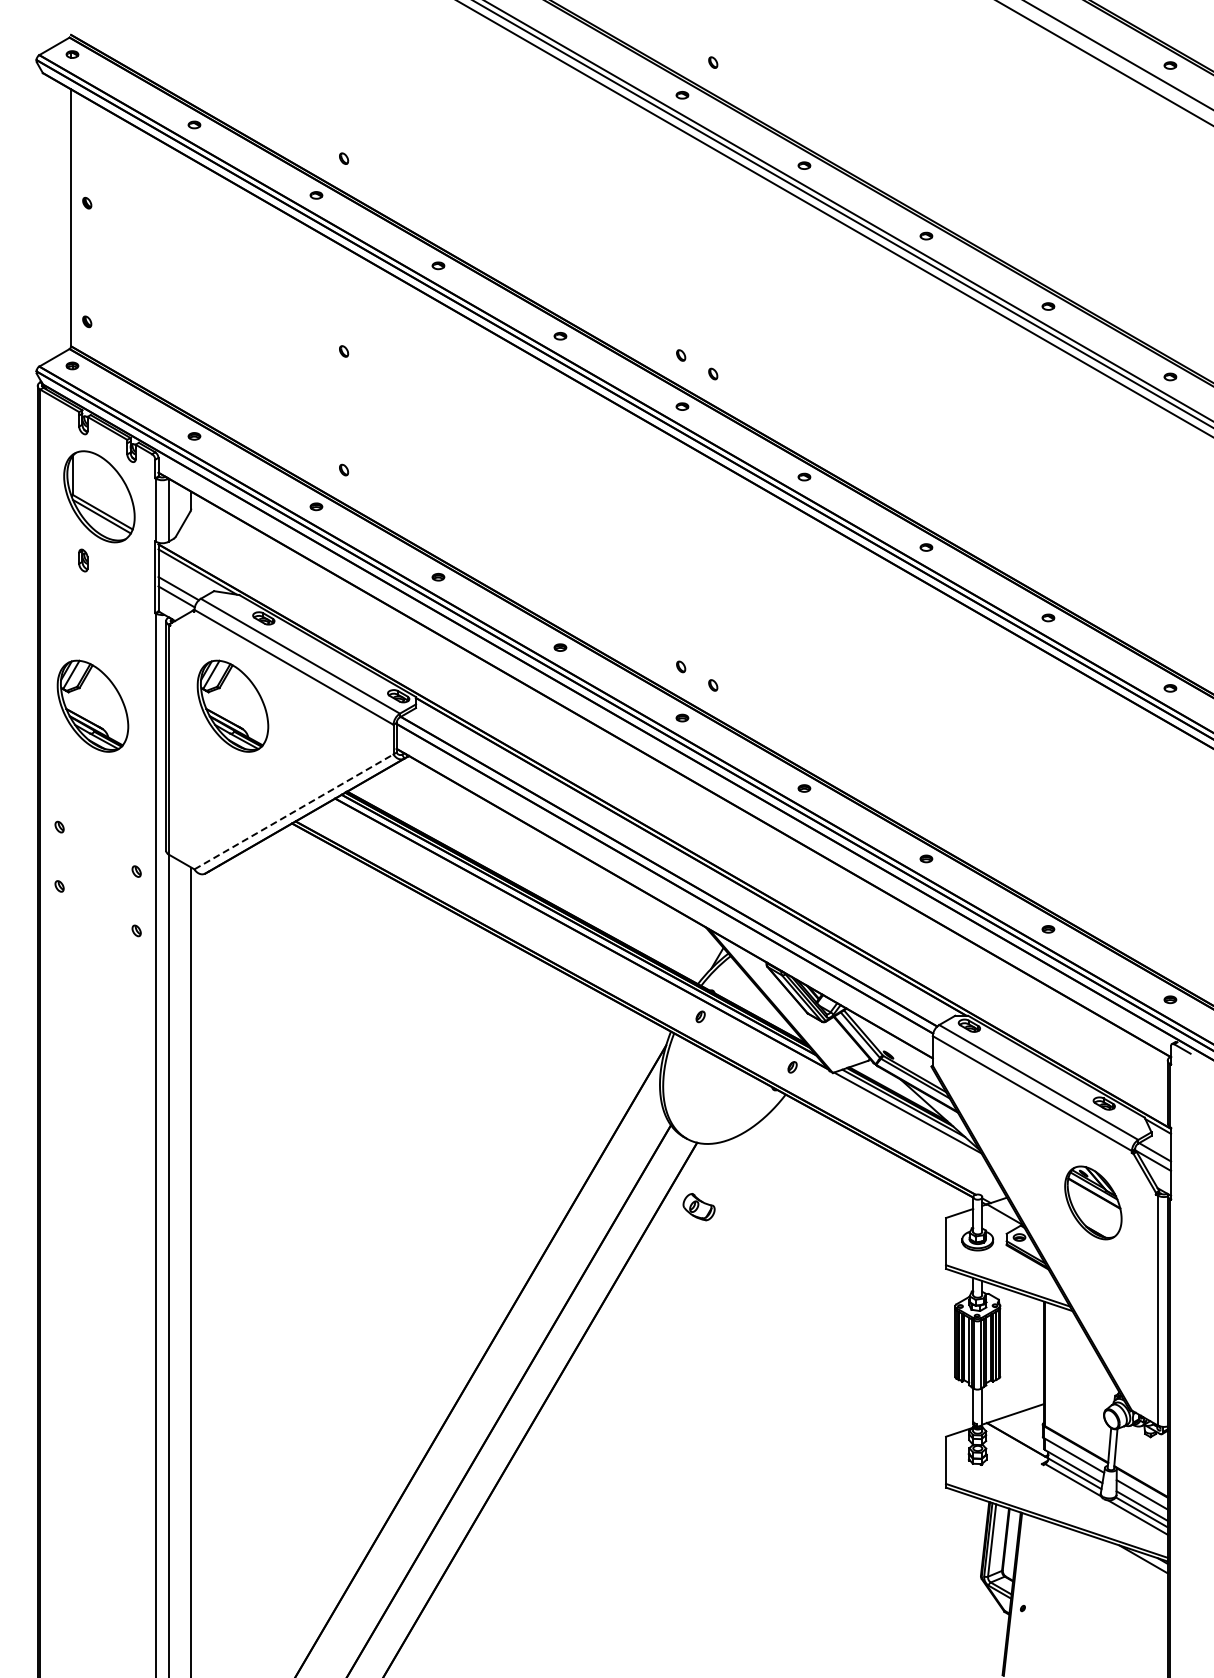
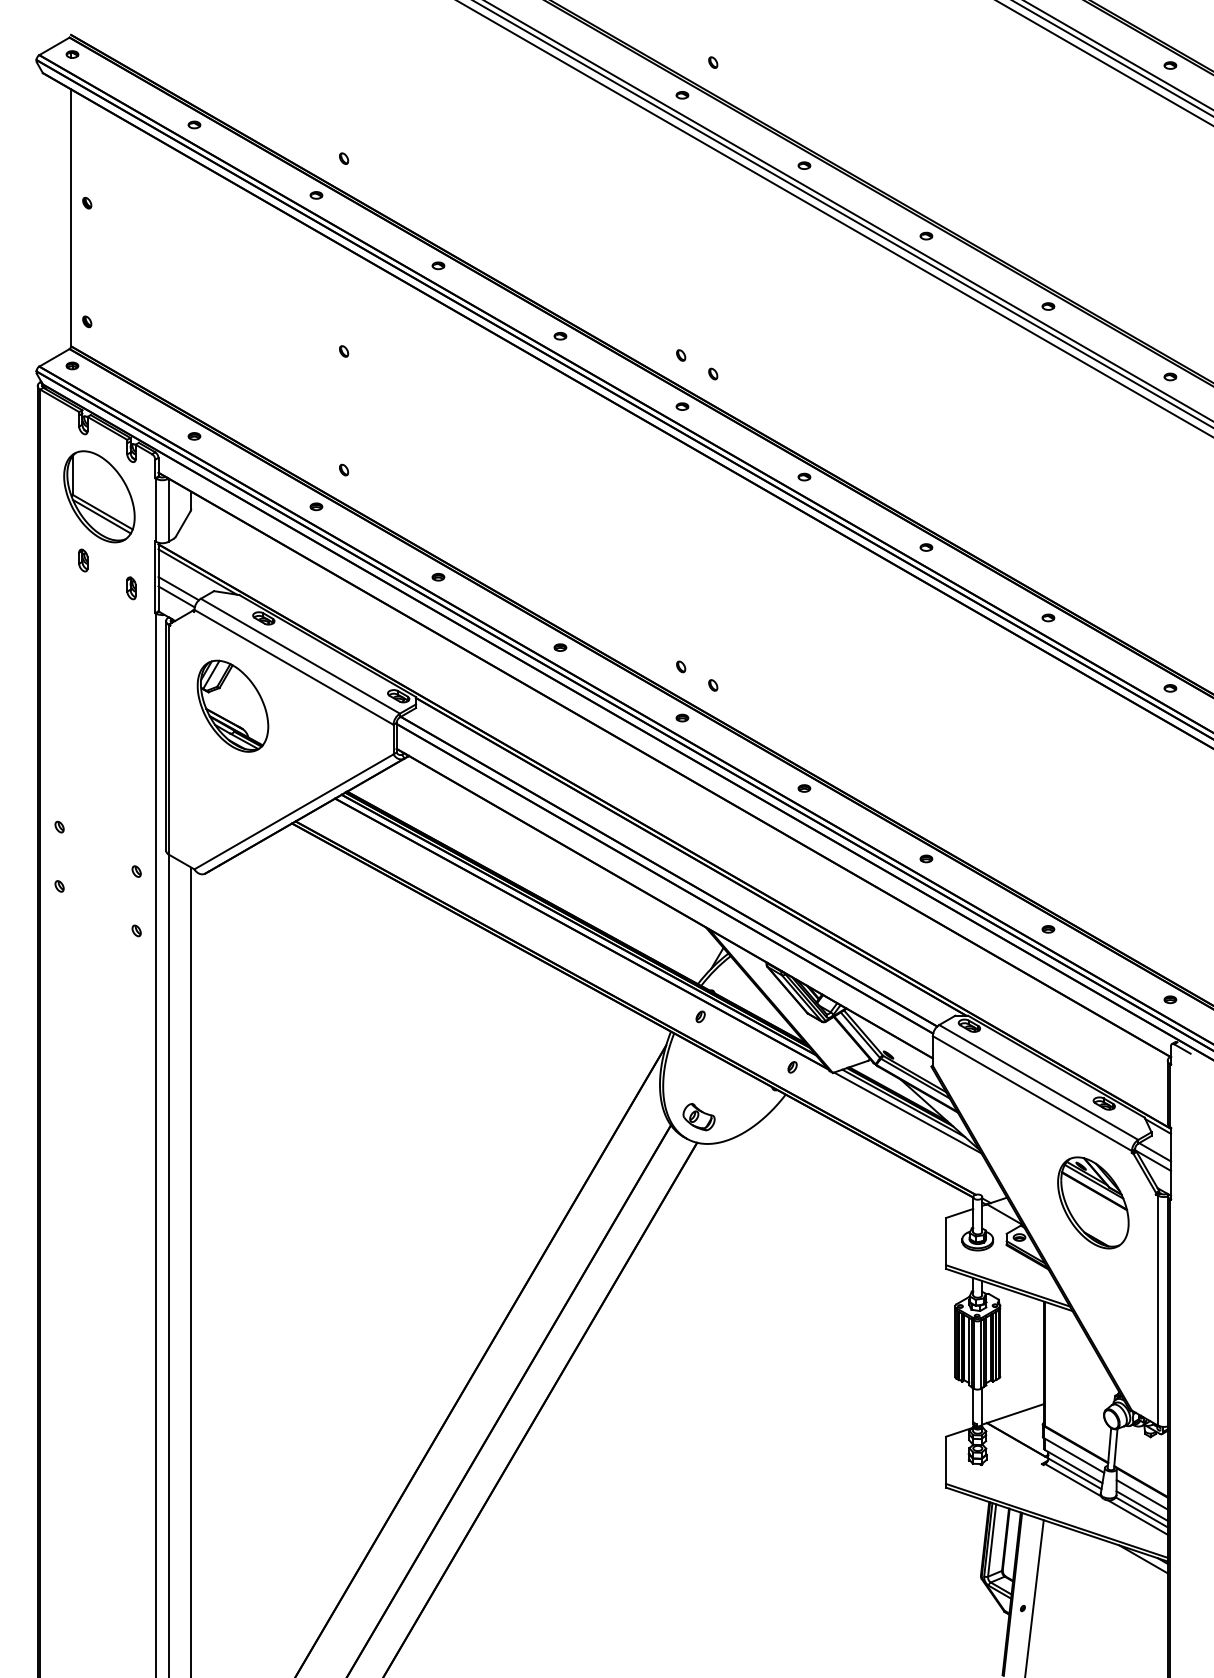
line at (1112, 58): none -> present
part at (131, 588): none -> present
part at (92, 705): present -> none
line at (293, 811): dashed -> solid
part at (1093, 1202) size: 59x76 px -> 73x94 px
part at (698, 1207) position: (698, 1207) -> (698, 1117)
line at (1034, 1597): none -> present
